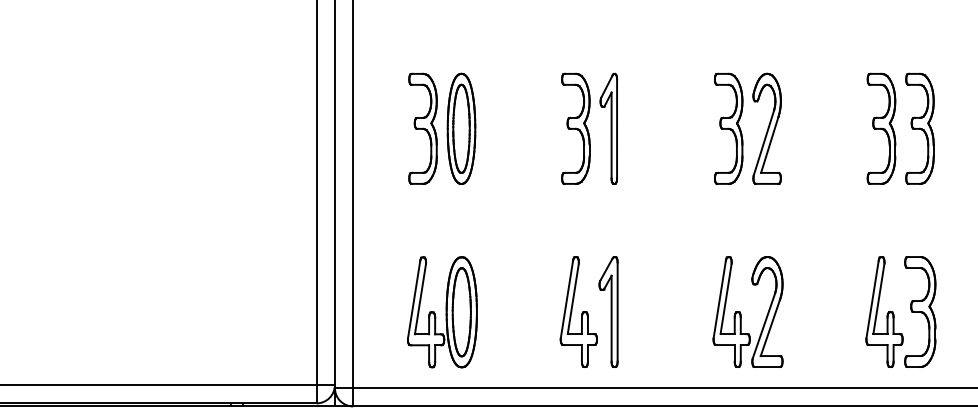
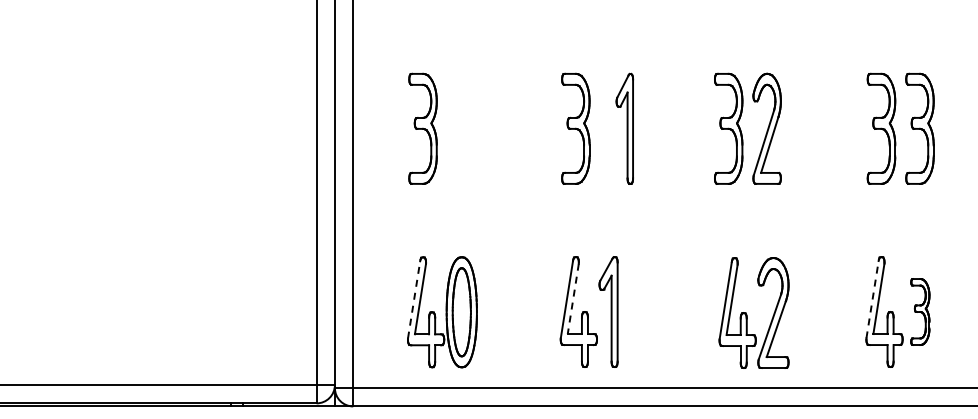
part at (461, 128): present -> none
part at (608, 128) position: (608, 128) -> (624, 128)
line at (573, 298): solid -> dashed
line at (414, 299): solid -> dashed
line at (872, 299): solid -> dashed
part at (920, 311) size: 33x112 px -> 21x68 px
part at (741, 313) position: (741, 313) -> (747, 314)
